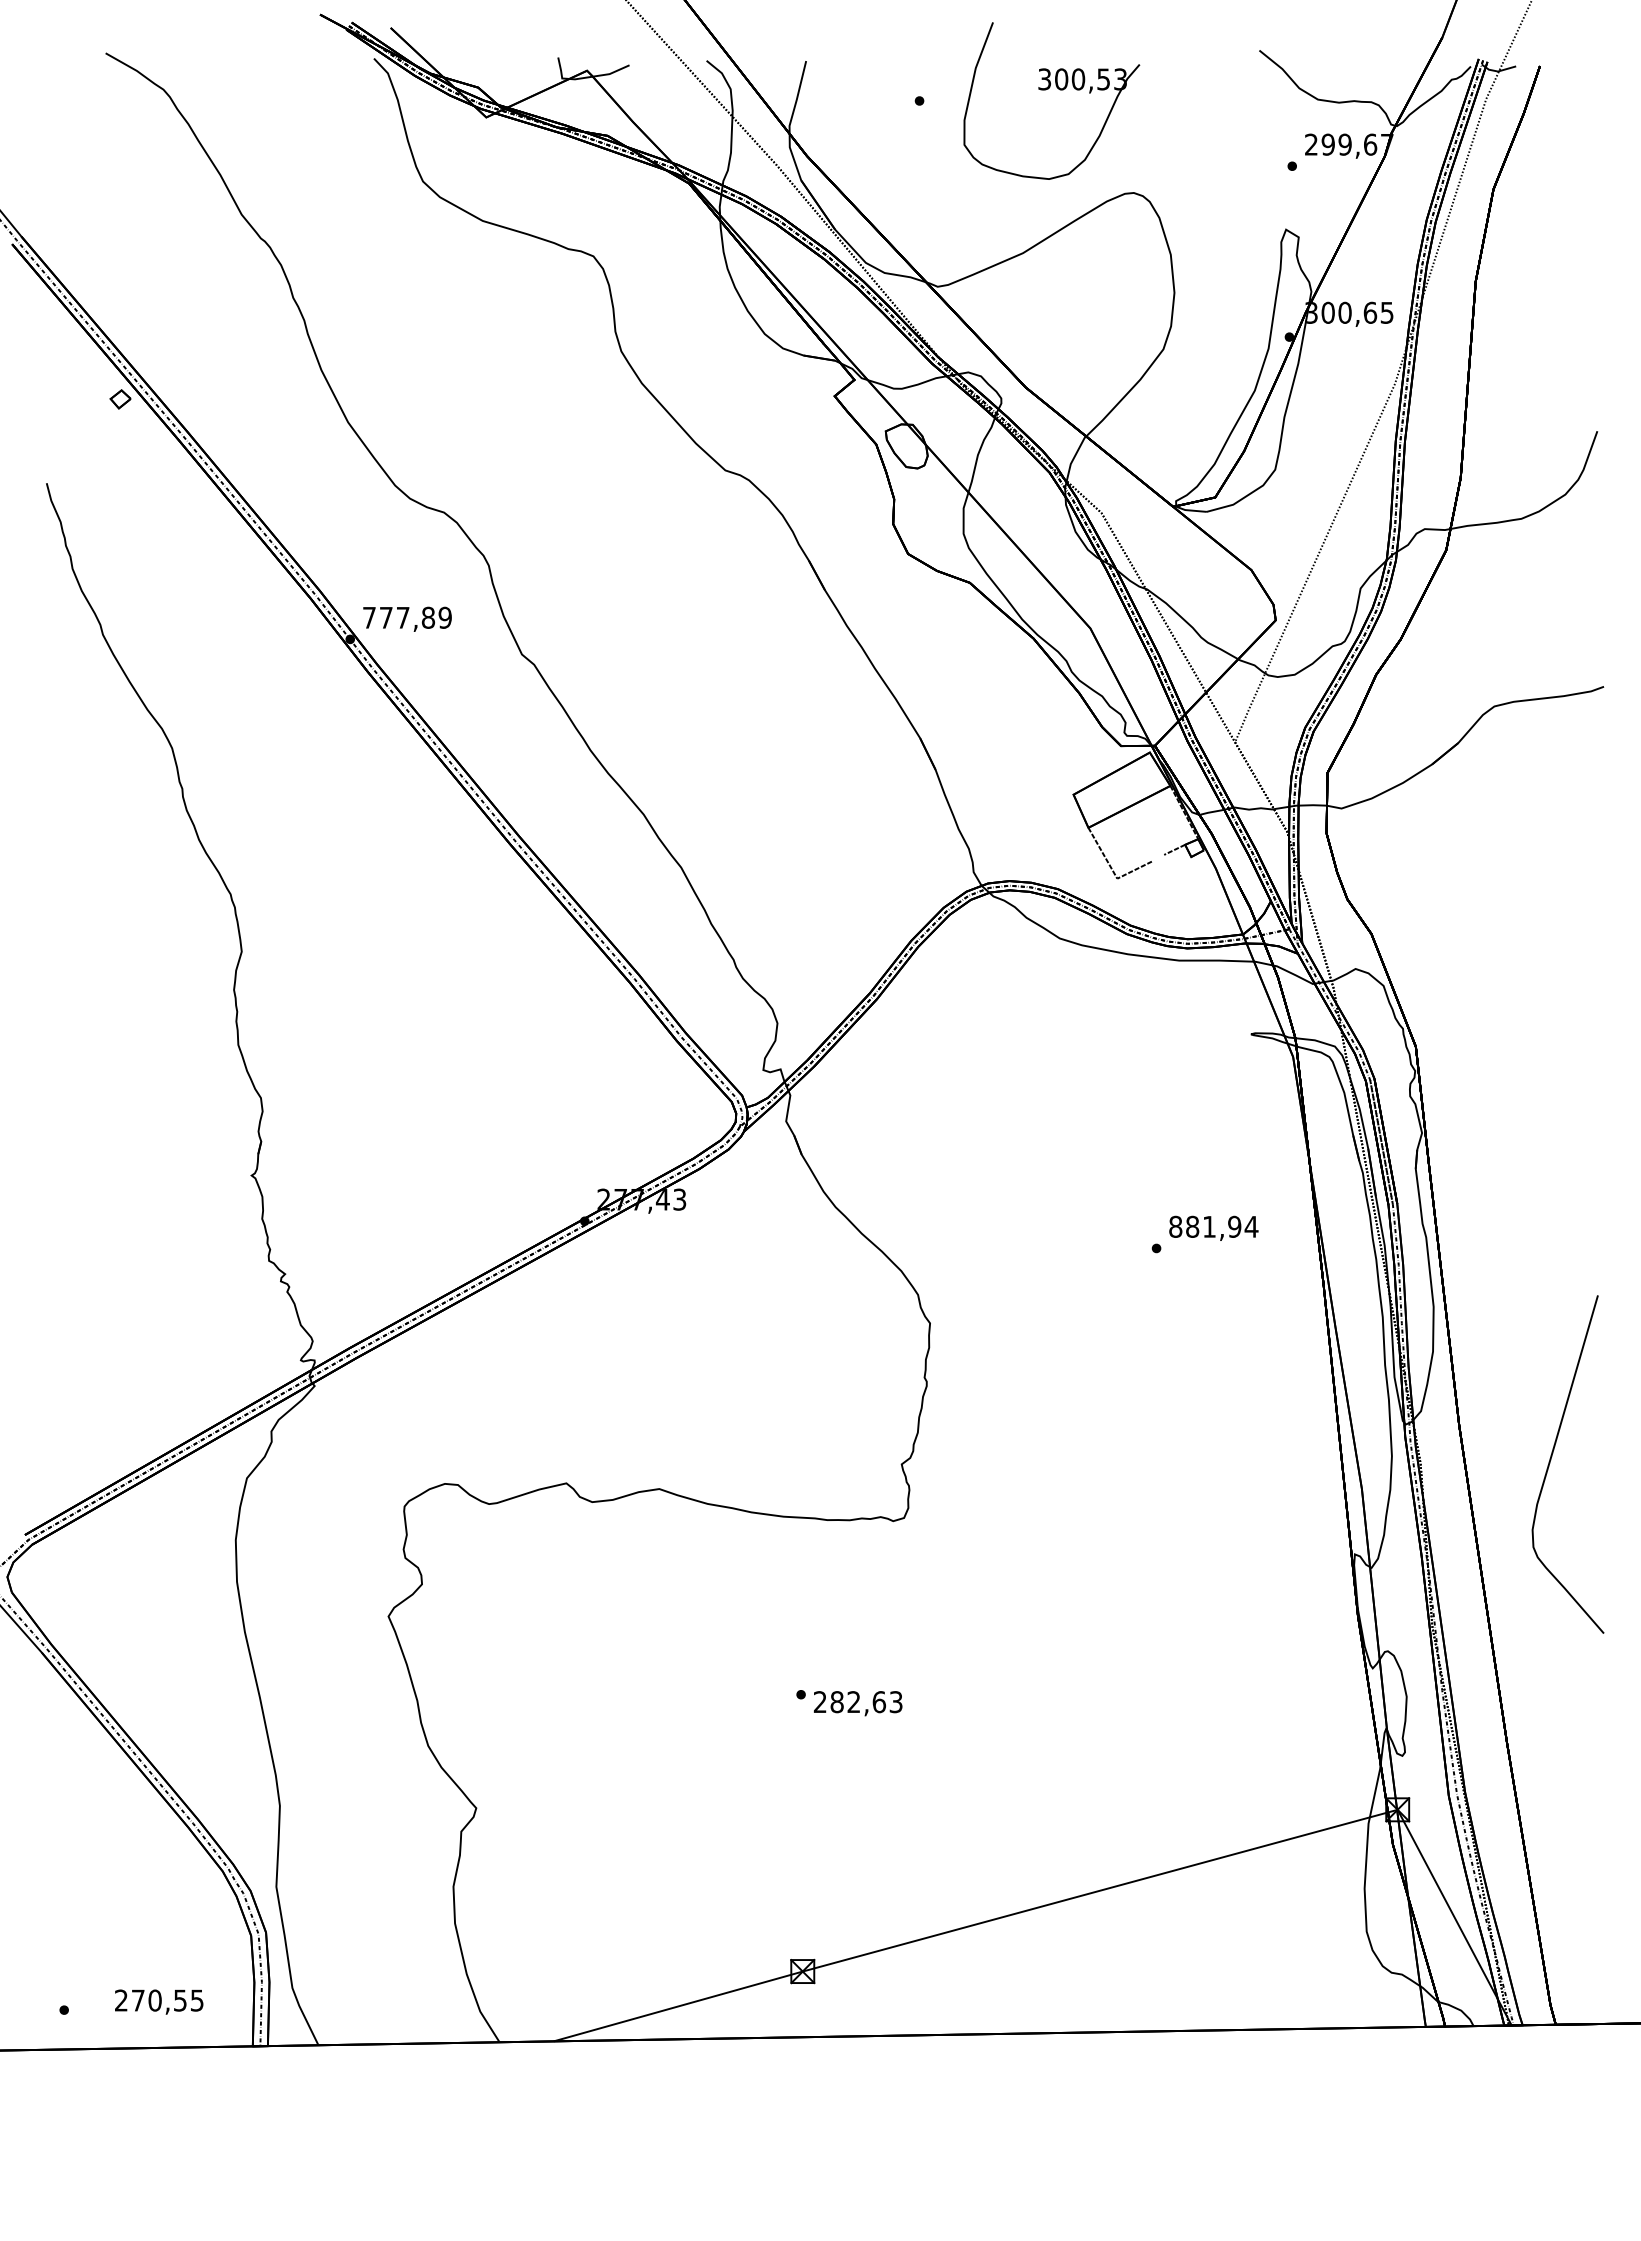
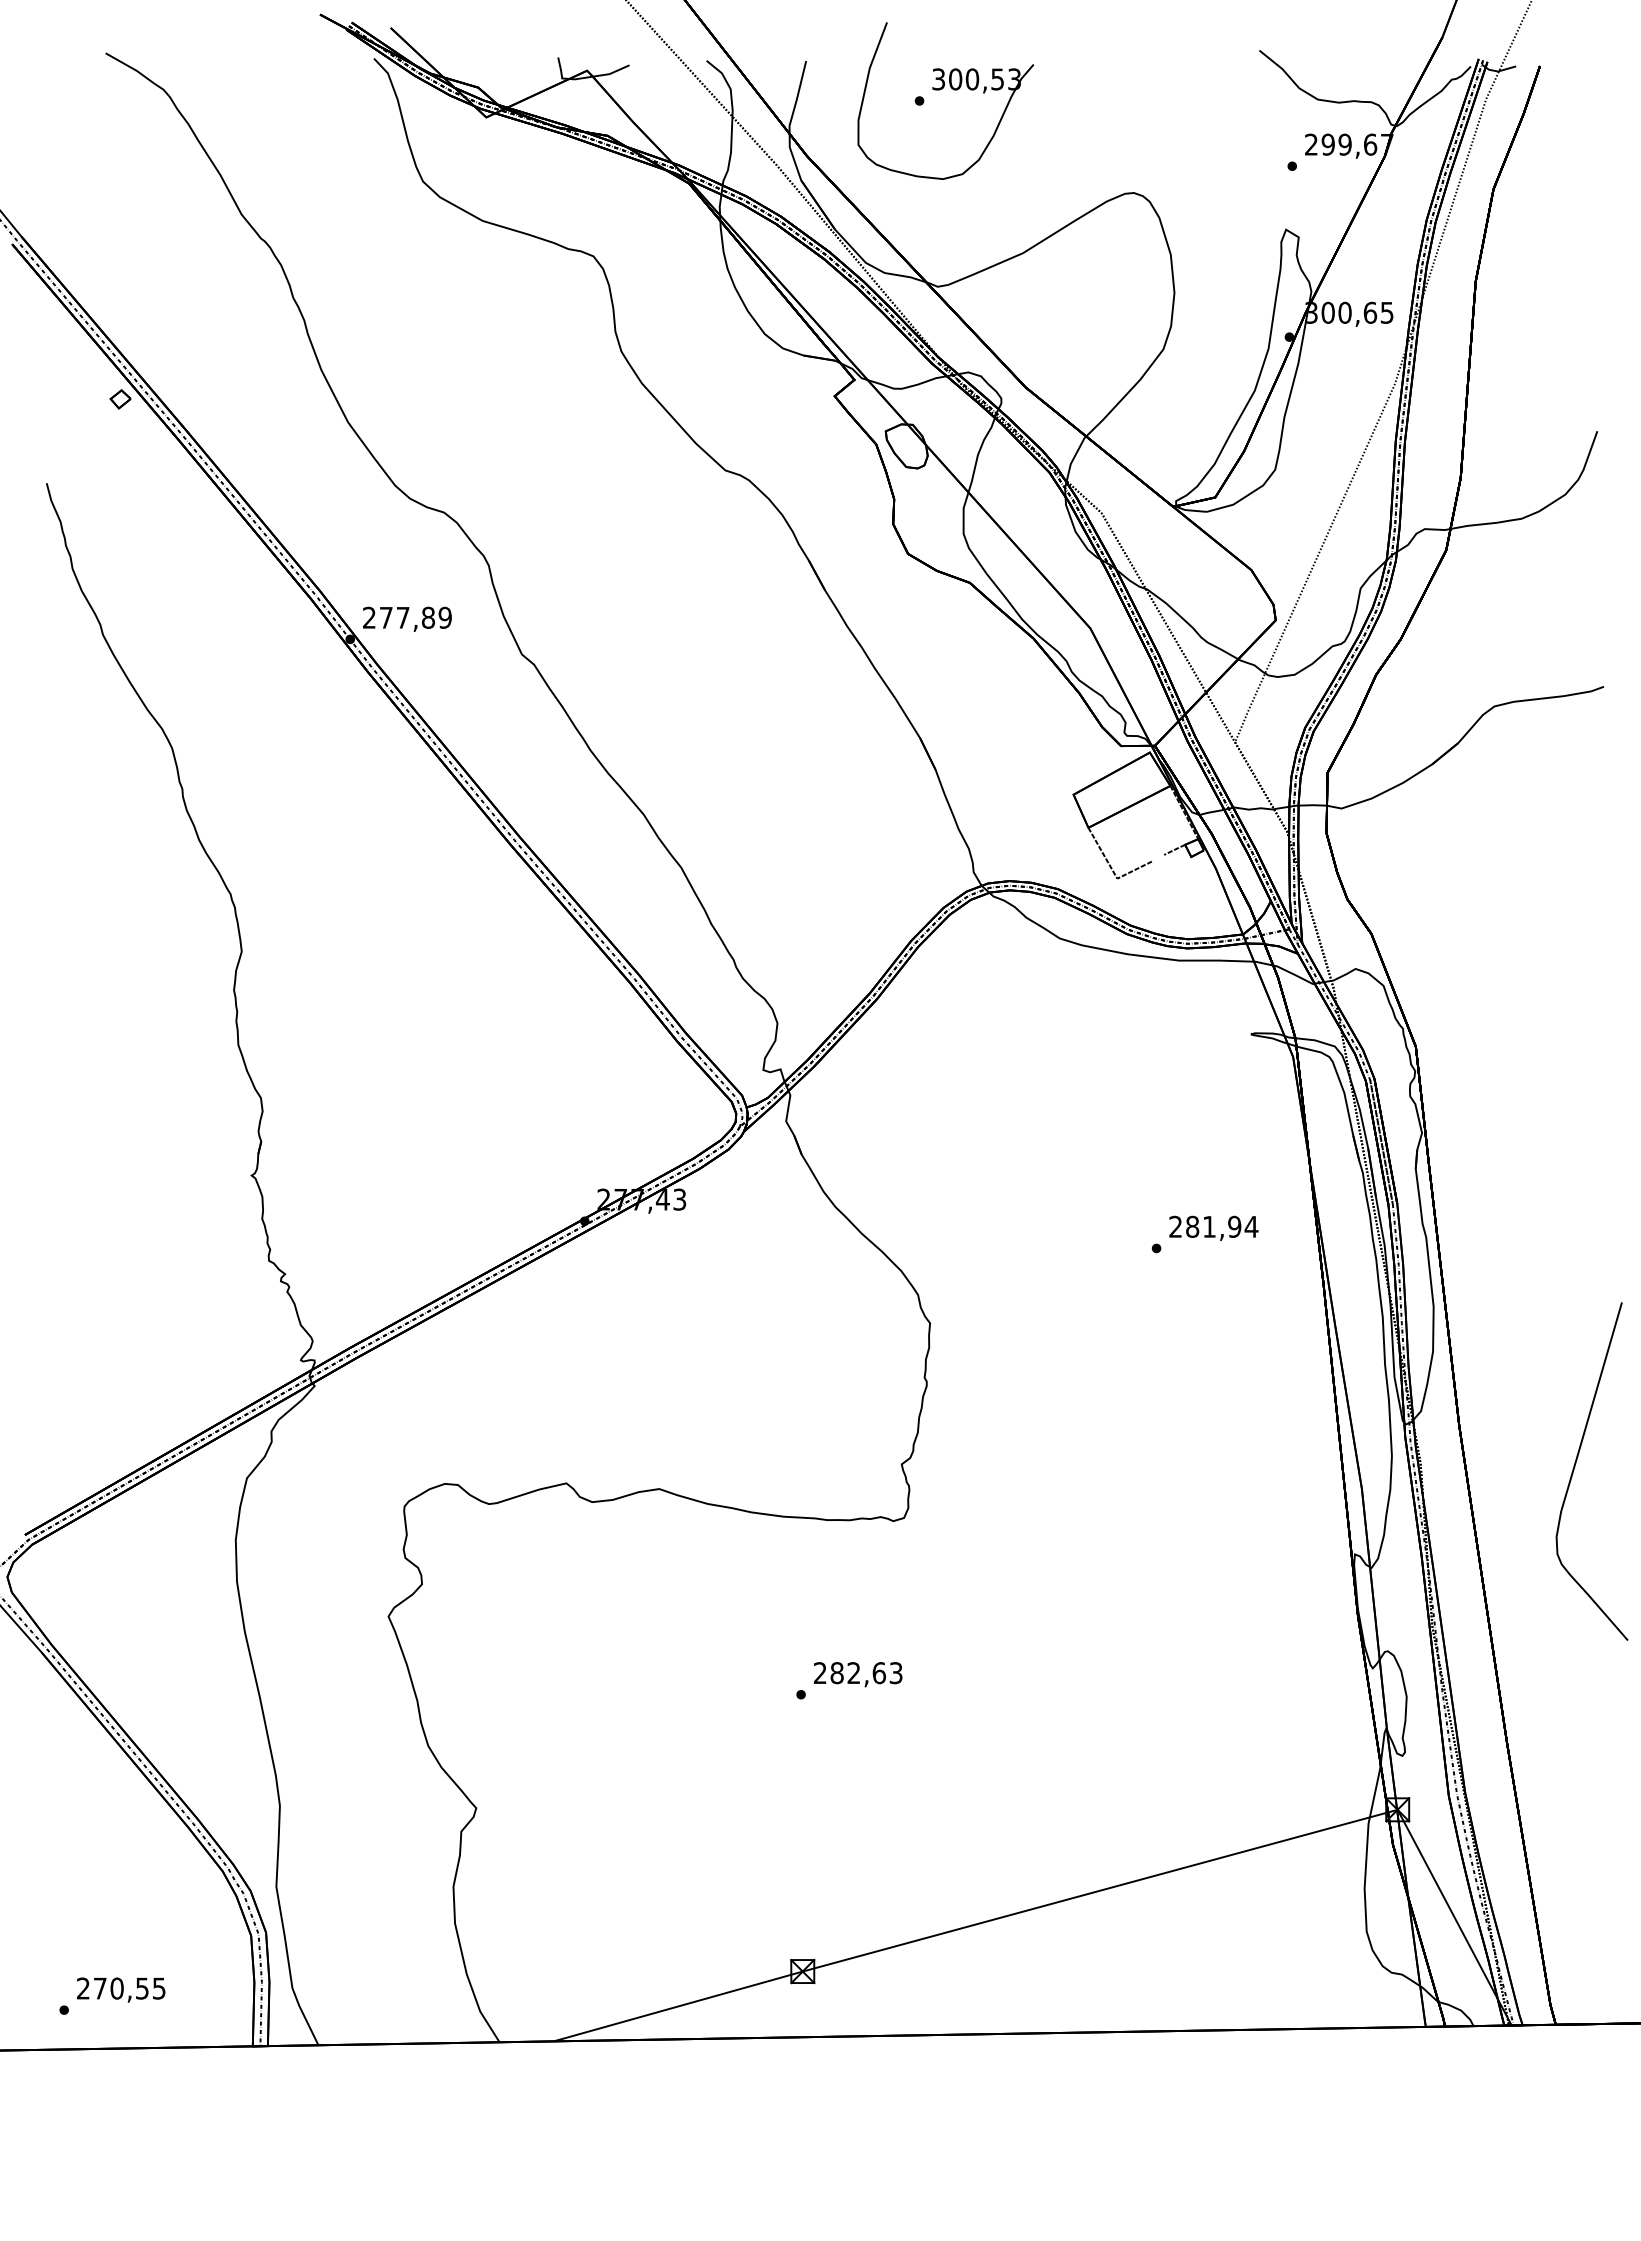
part at (1048, 89) position: (1048, 89) -> (942, 89)
text at (369, 617): 777,89 -> 277,89
text at (1175, 1226): 881,94 -> 281,94
curve at (1551, 1460) position: (1551, 1460) -> (1575, 1467)
text at (858, 1703) position: (858, 1703) -> (858, 1674)
text at (159, 2001) position: (159, 2001) -> (121, 1989)
